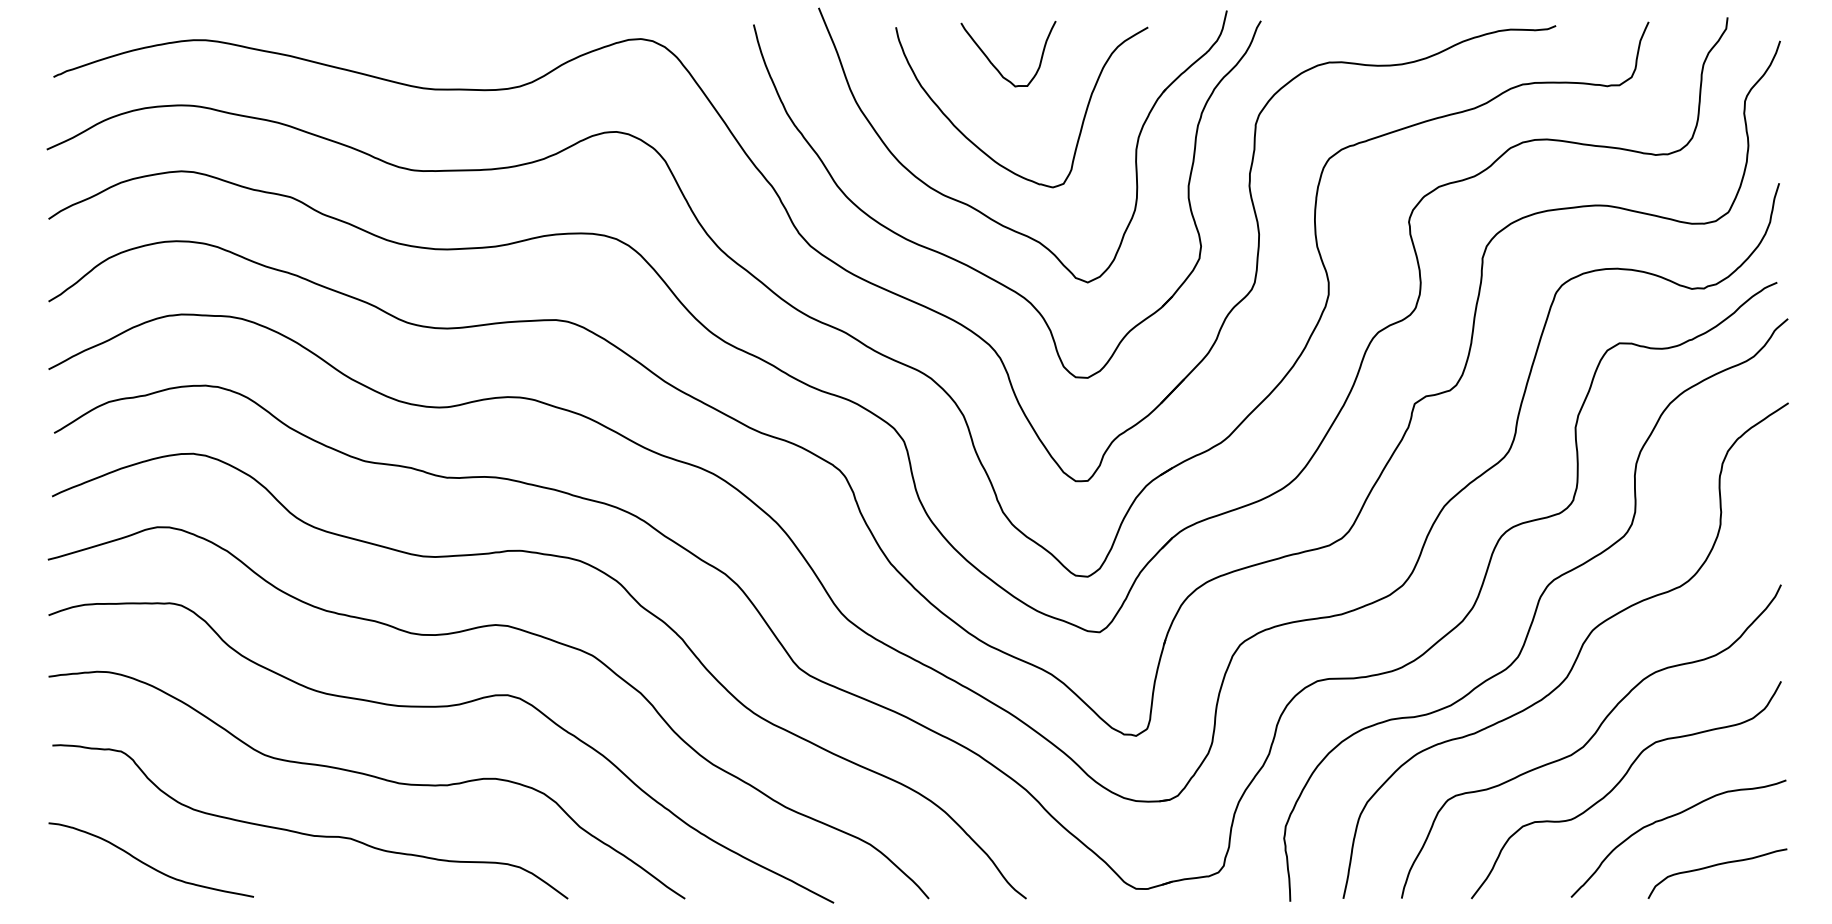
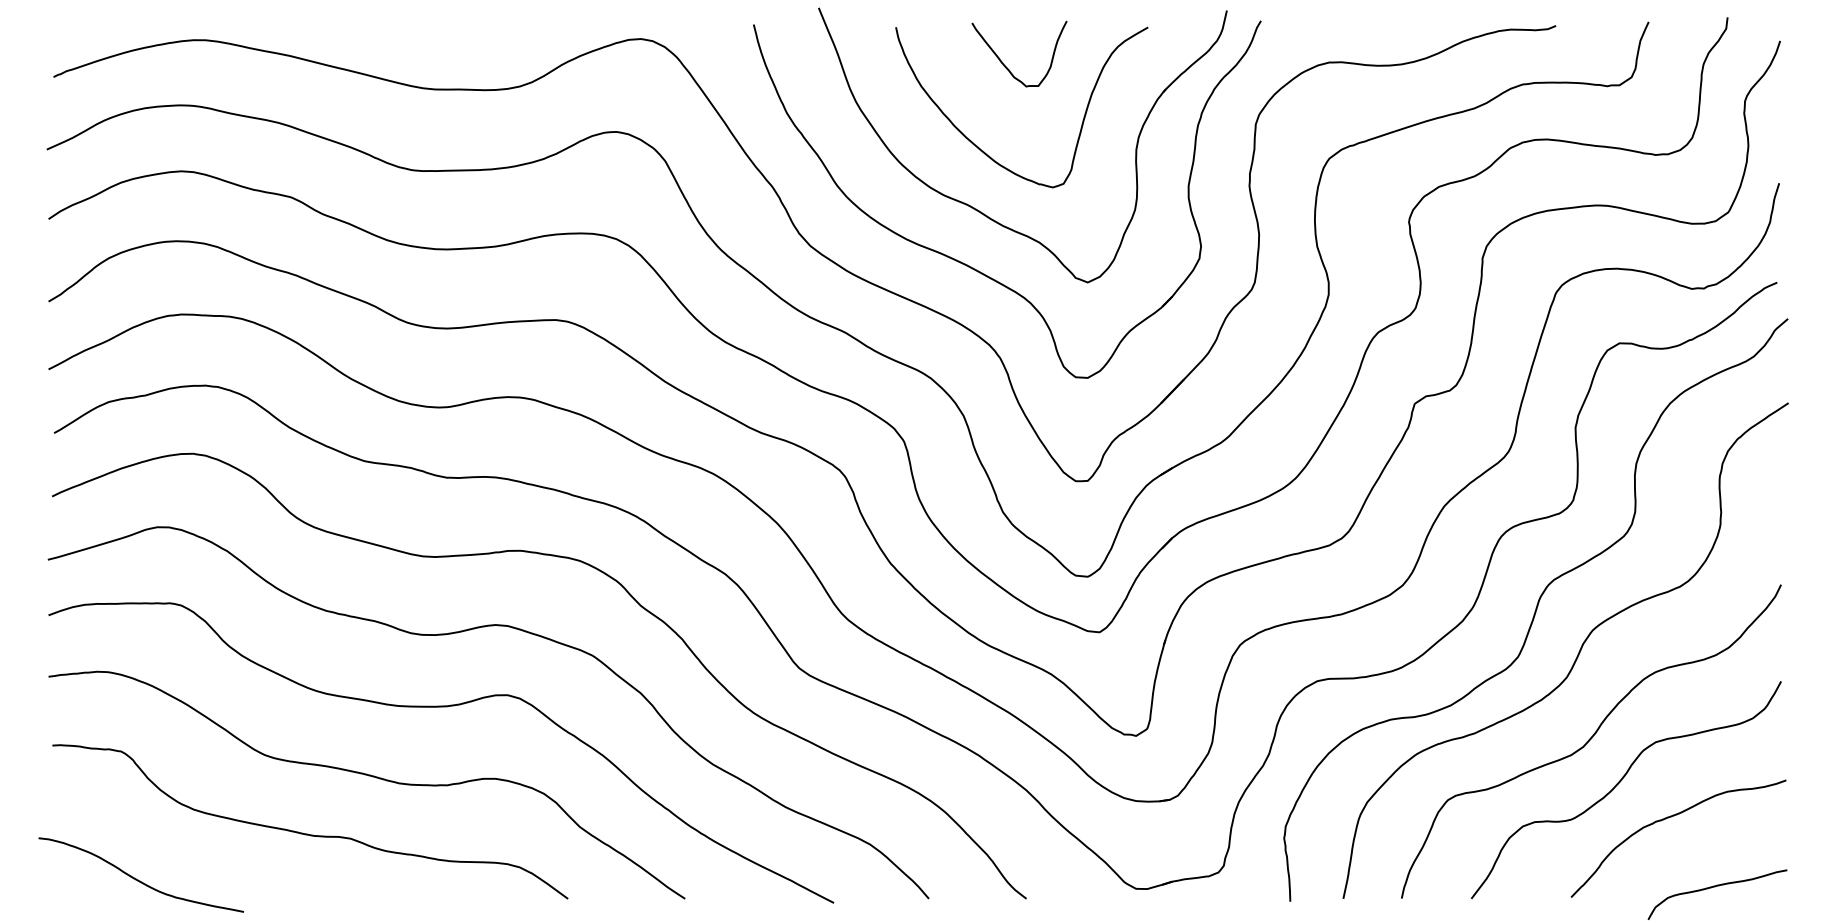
curve at (995, 66) position: (995, 66) -> (1006, 66)
curve at (148, 864) position: (148, 864) -> (138, 879)
curve at (1715, 866) position: (1715, 866) -> (1715, 887)
